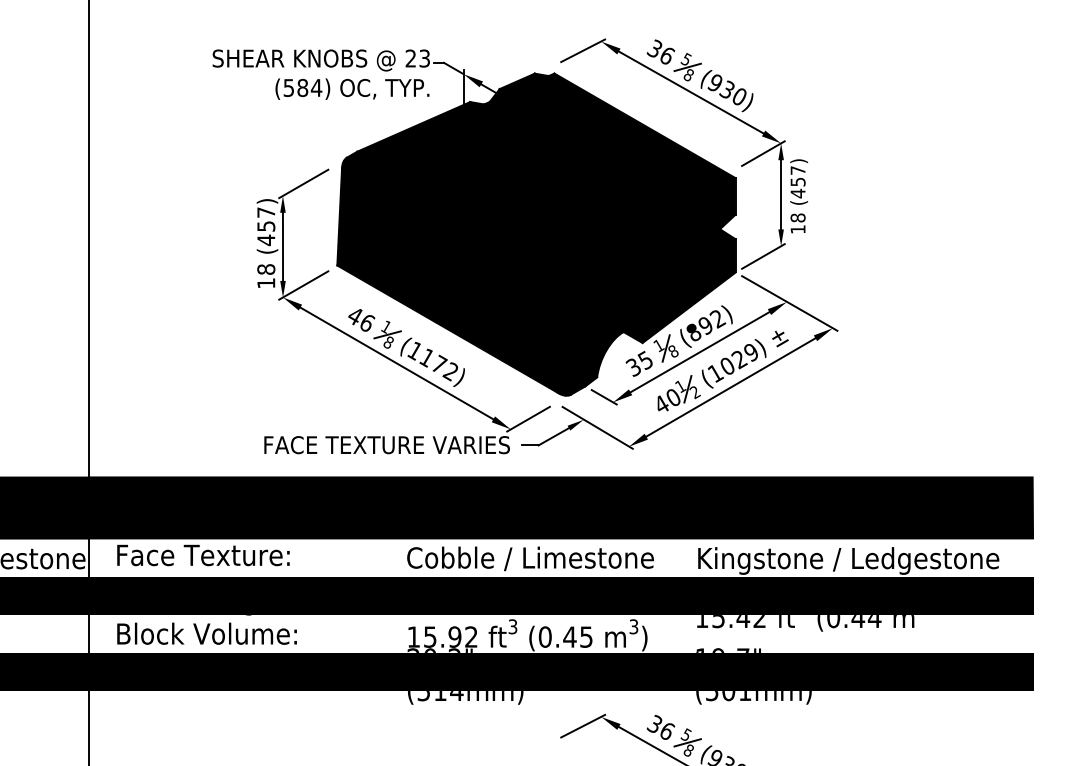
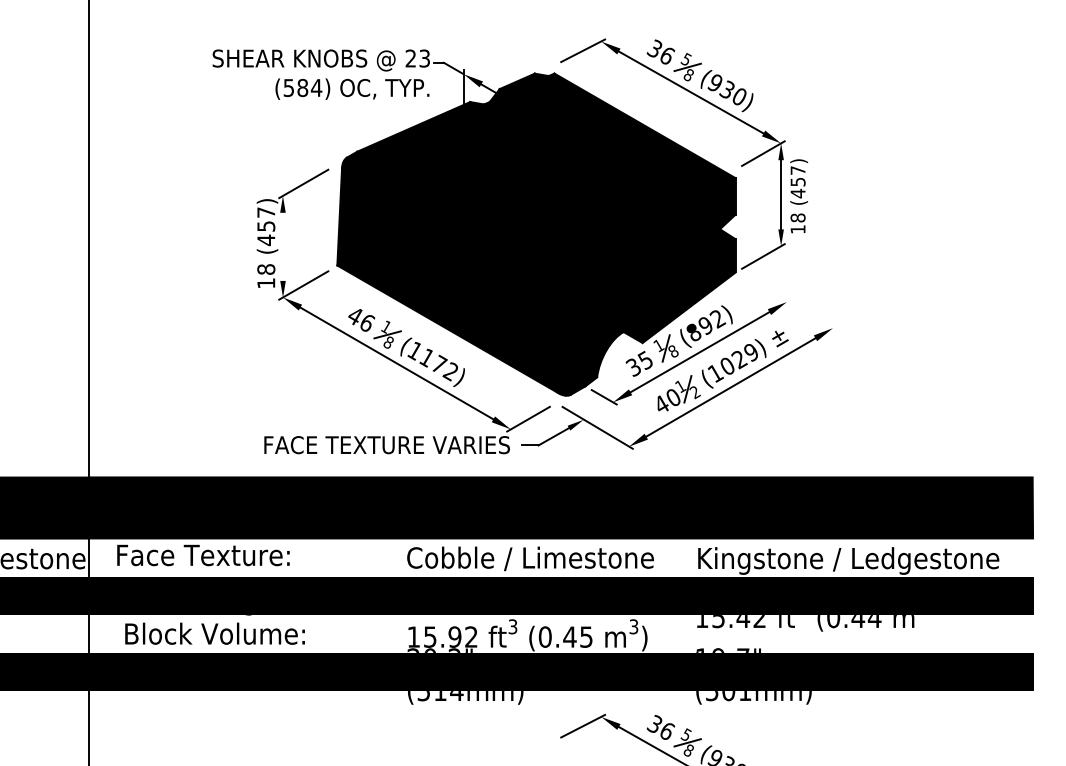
line at (282, 246): present -> none
line at (789, 303): present -> none
text at (206, 633) position: (206, 633) -> (214, 633)
